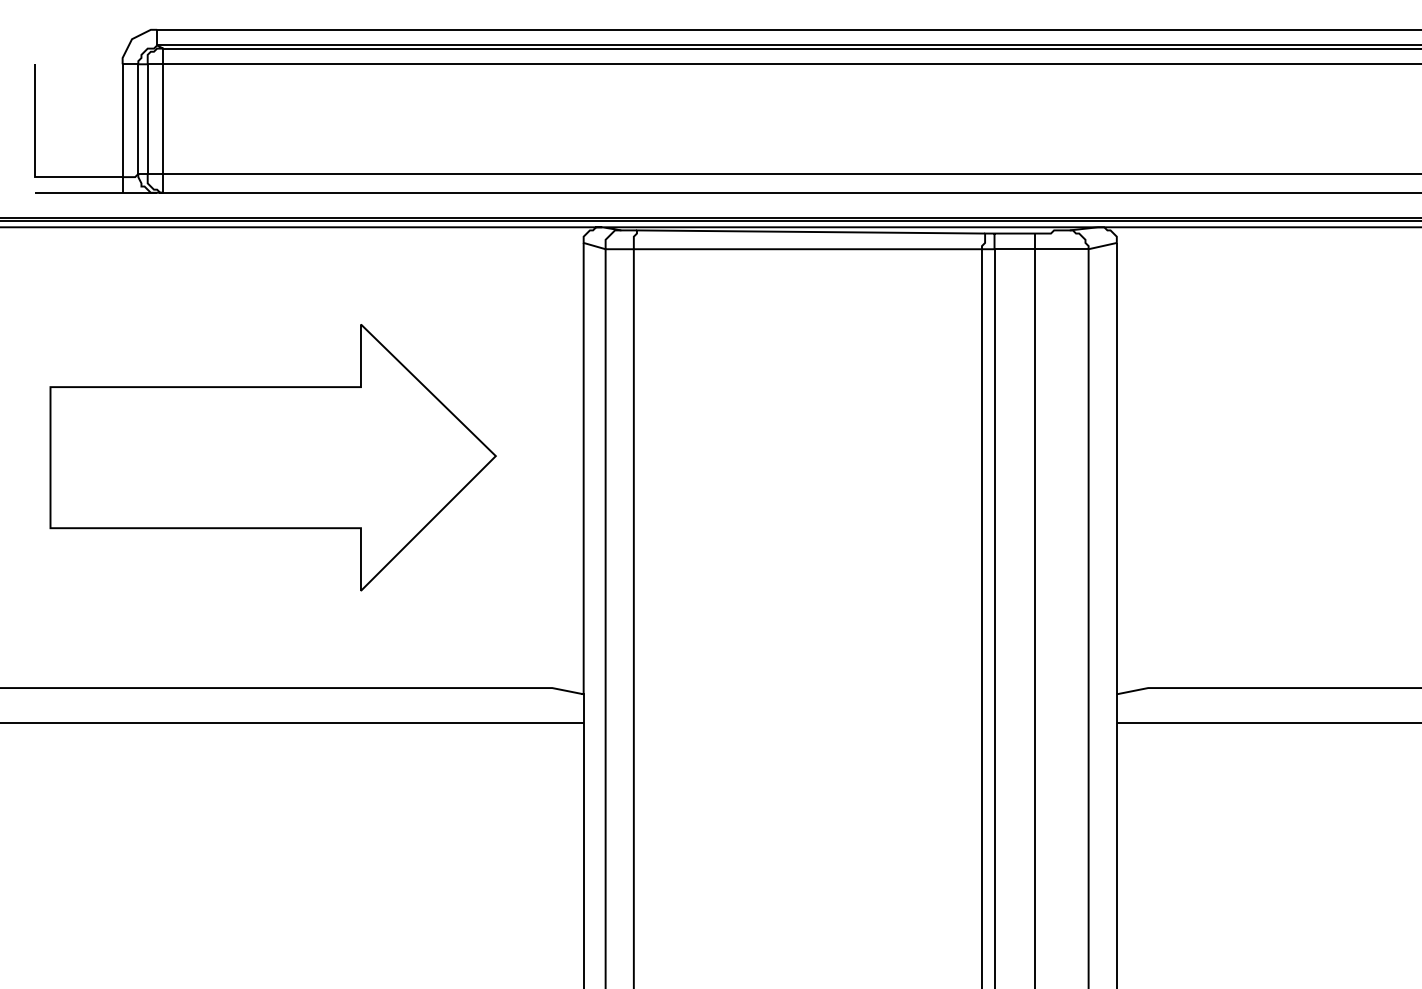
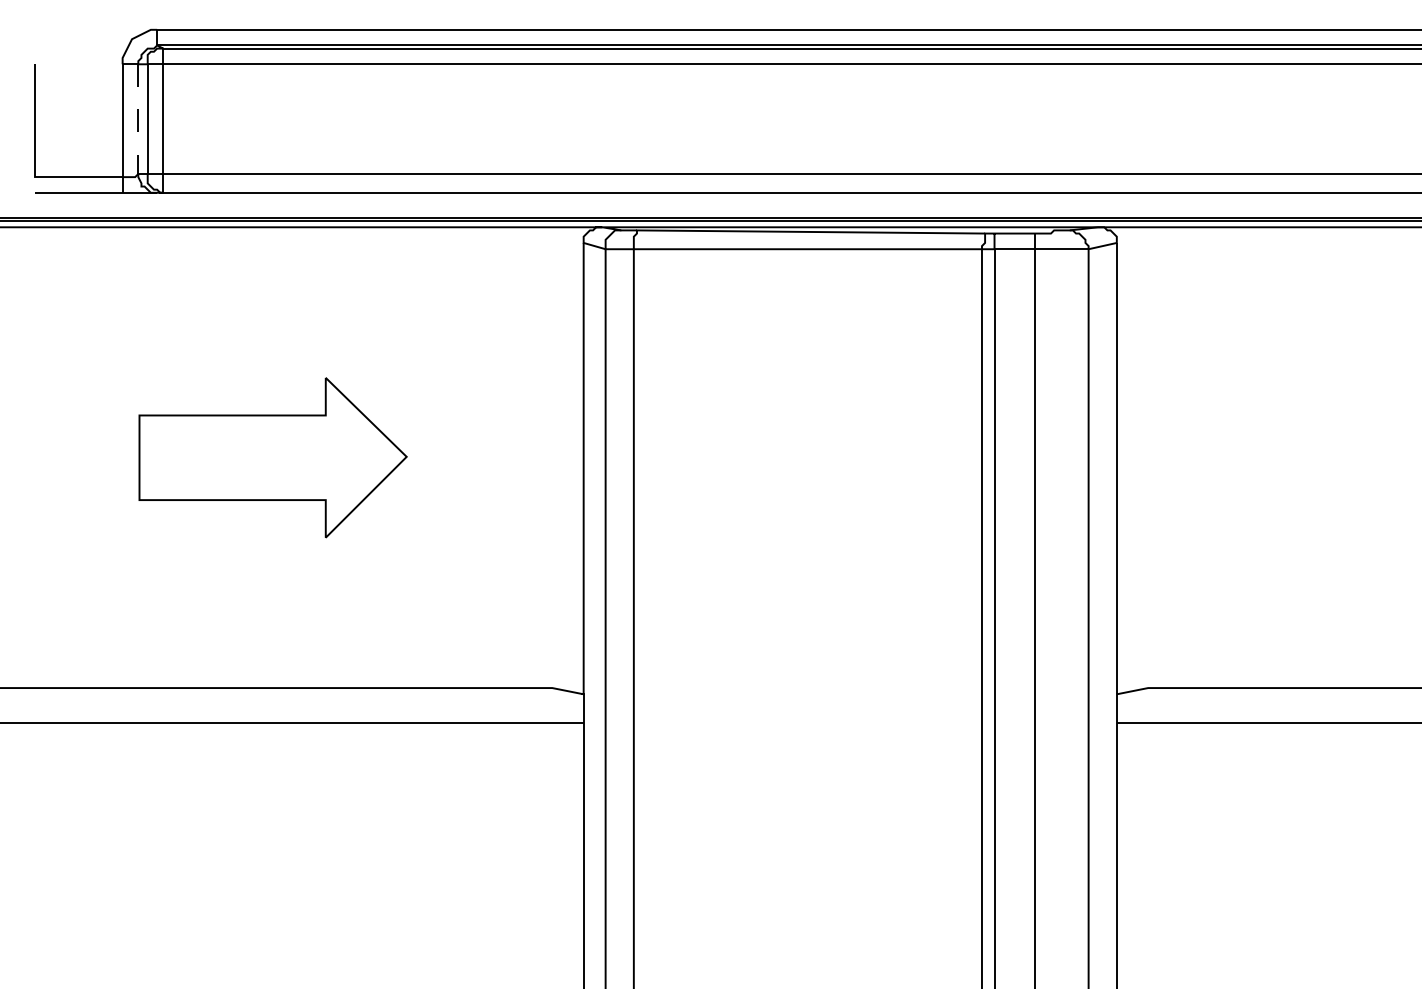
line at (138, 119): solid -> dashed
part at (272, 457) size: 448x268 px -> 270x162 px
